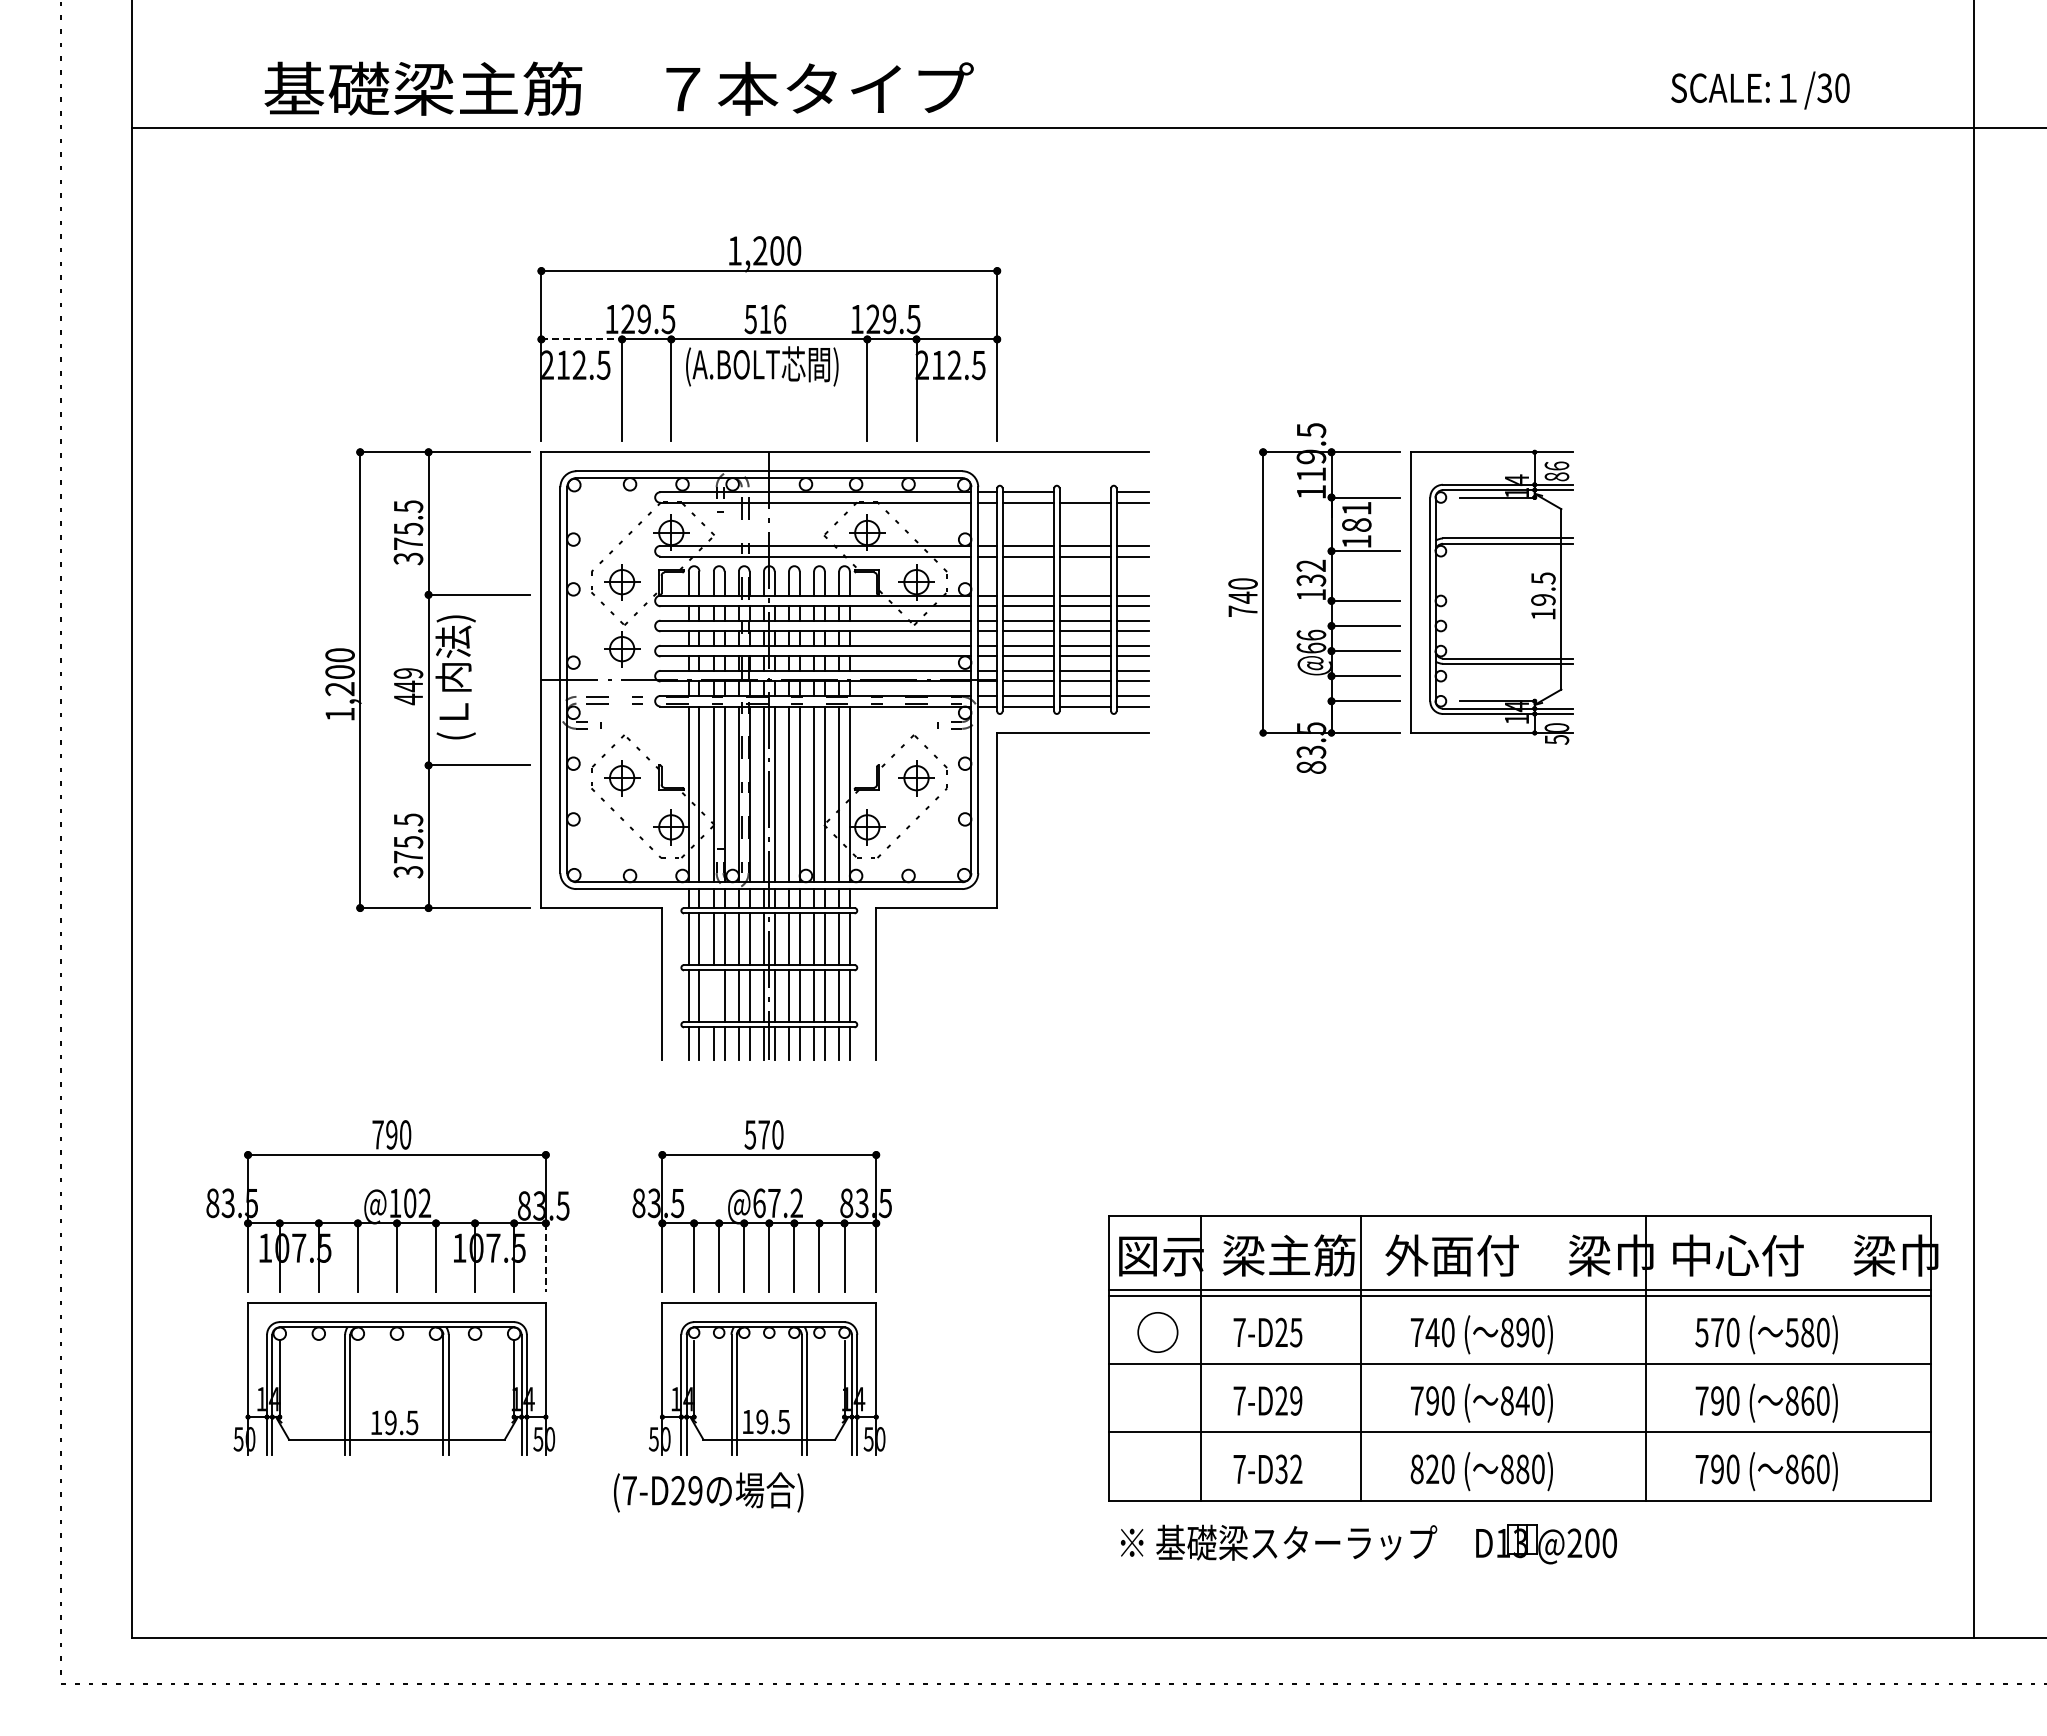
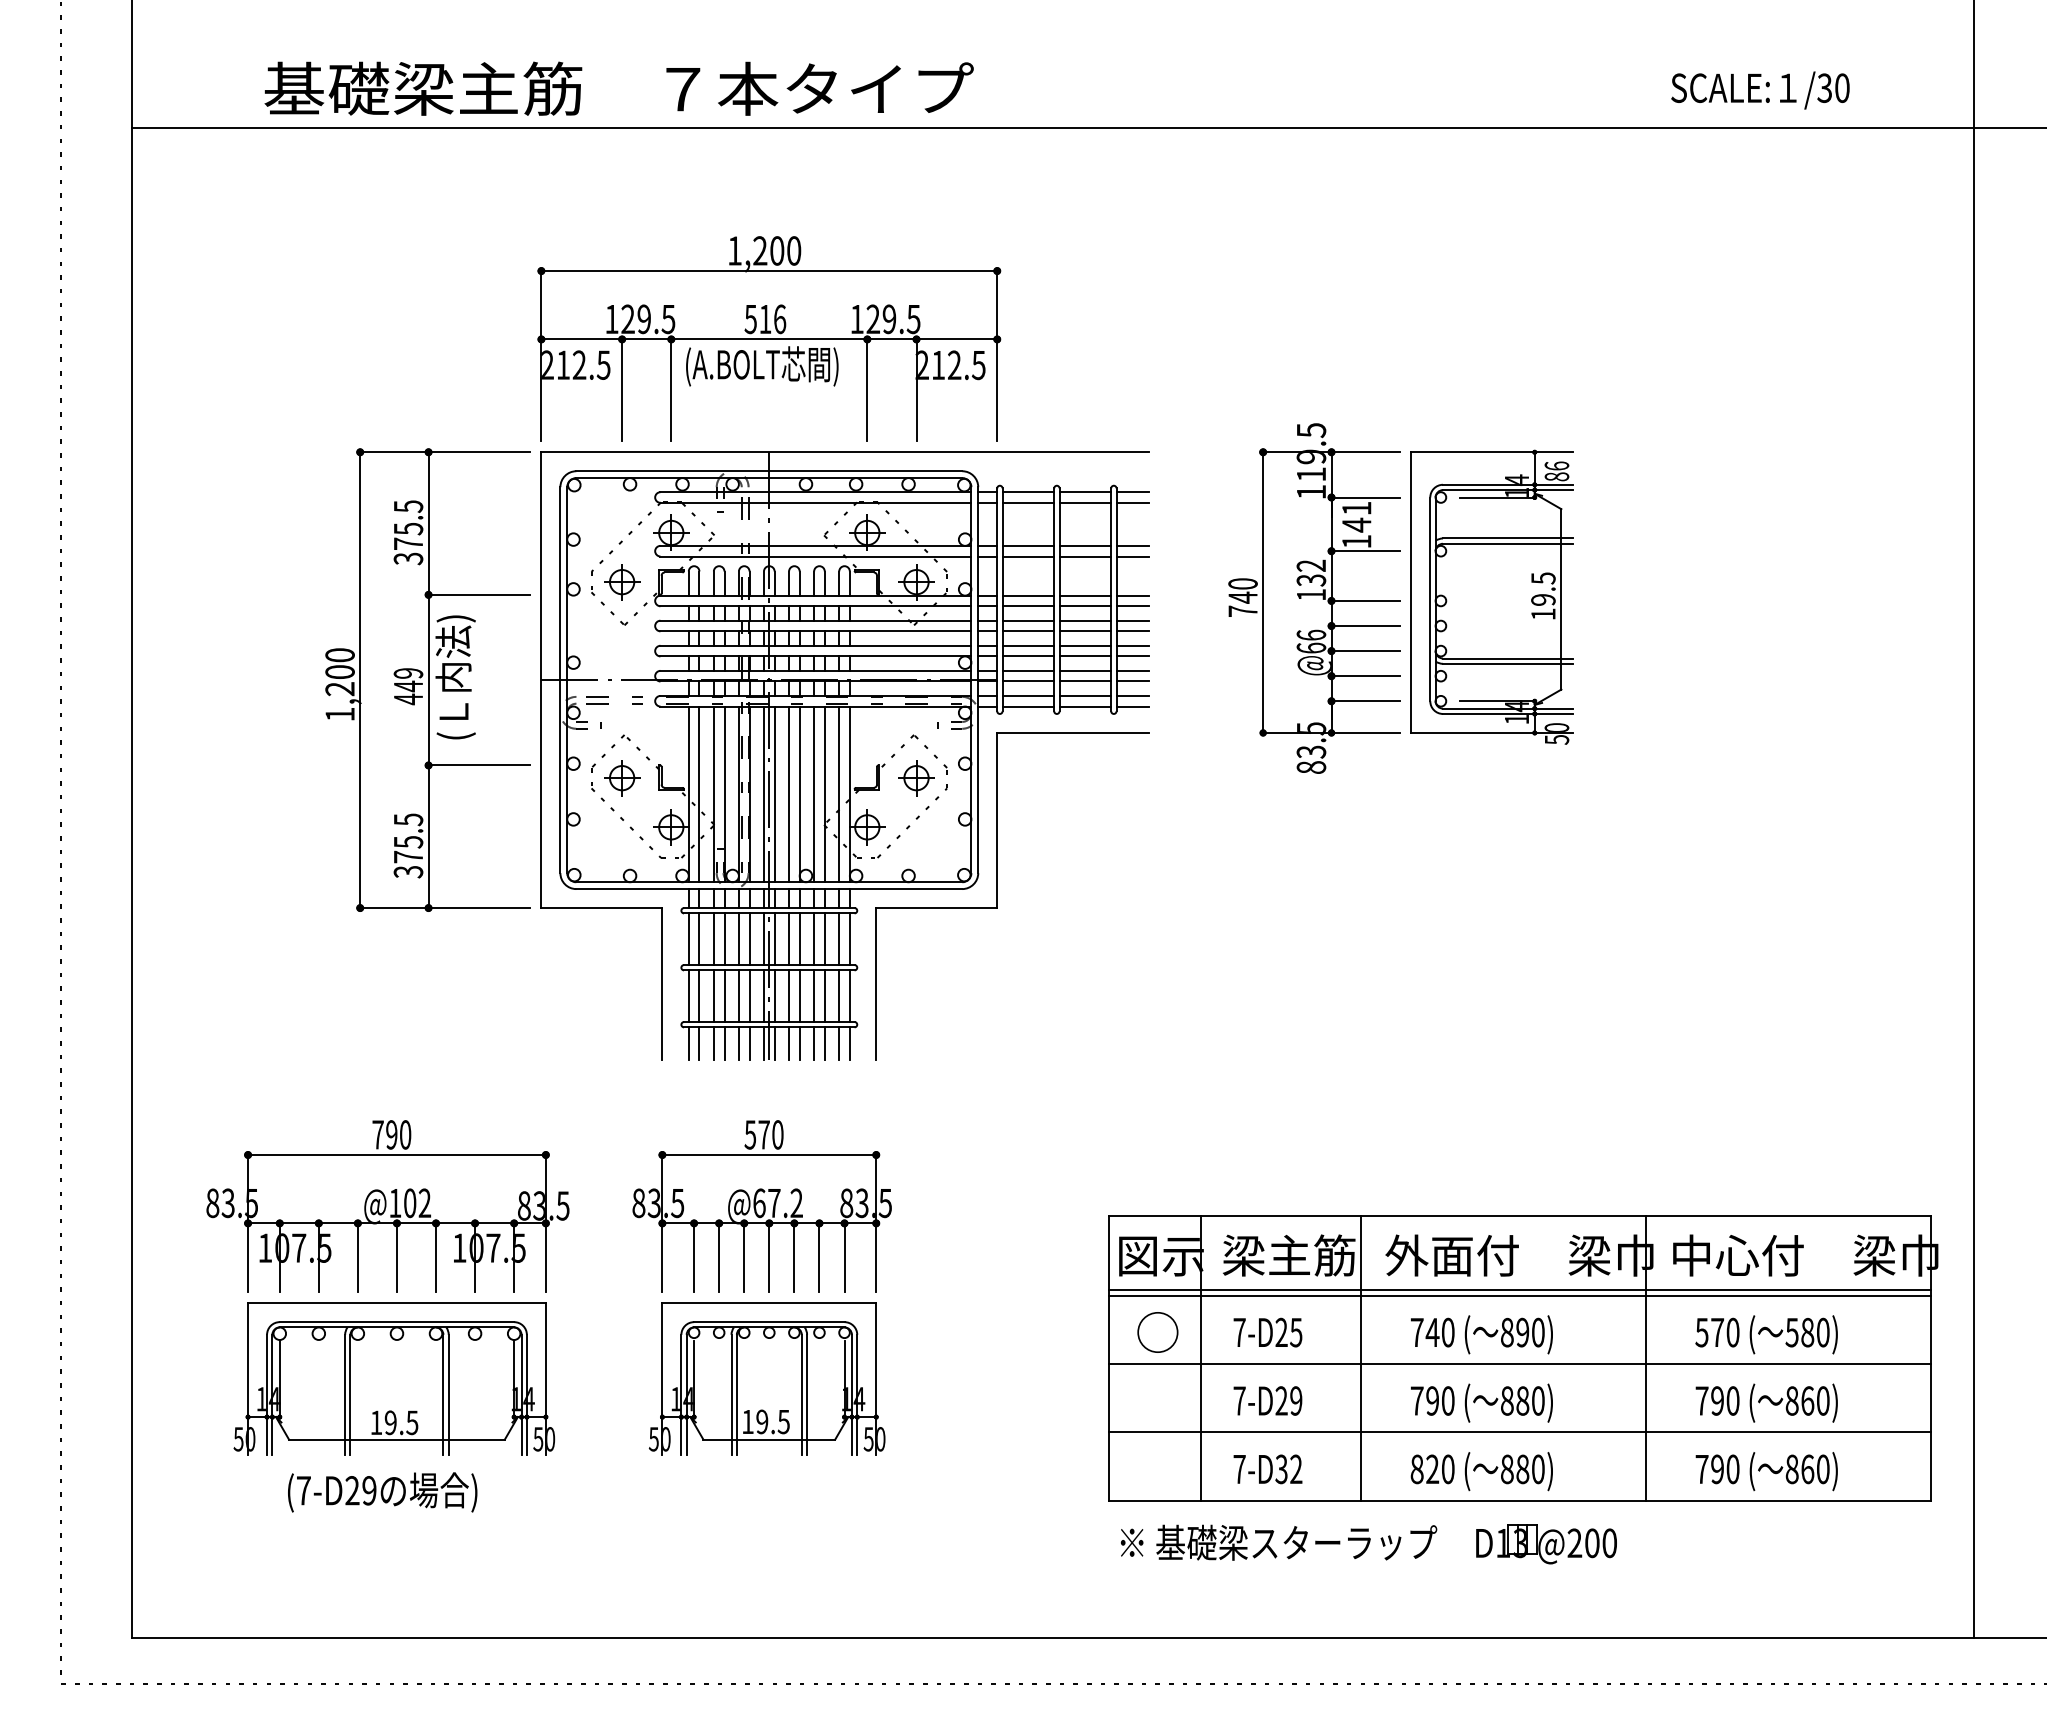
line at (582, 339): dashed -> solid
line at (1085, 492): none -> present
text at (1356, 524): 181 -> 141
part at (622, 649): present -> none
line at (713, 996): none -> present
line at (545, 1258): dashed -> solid
text at (1522, 1400): 840) -> 880)
text at (708, 1492) position: (708, 1492) -> (382, 1492)
